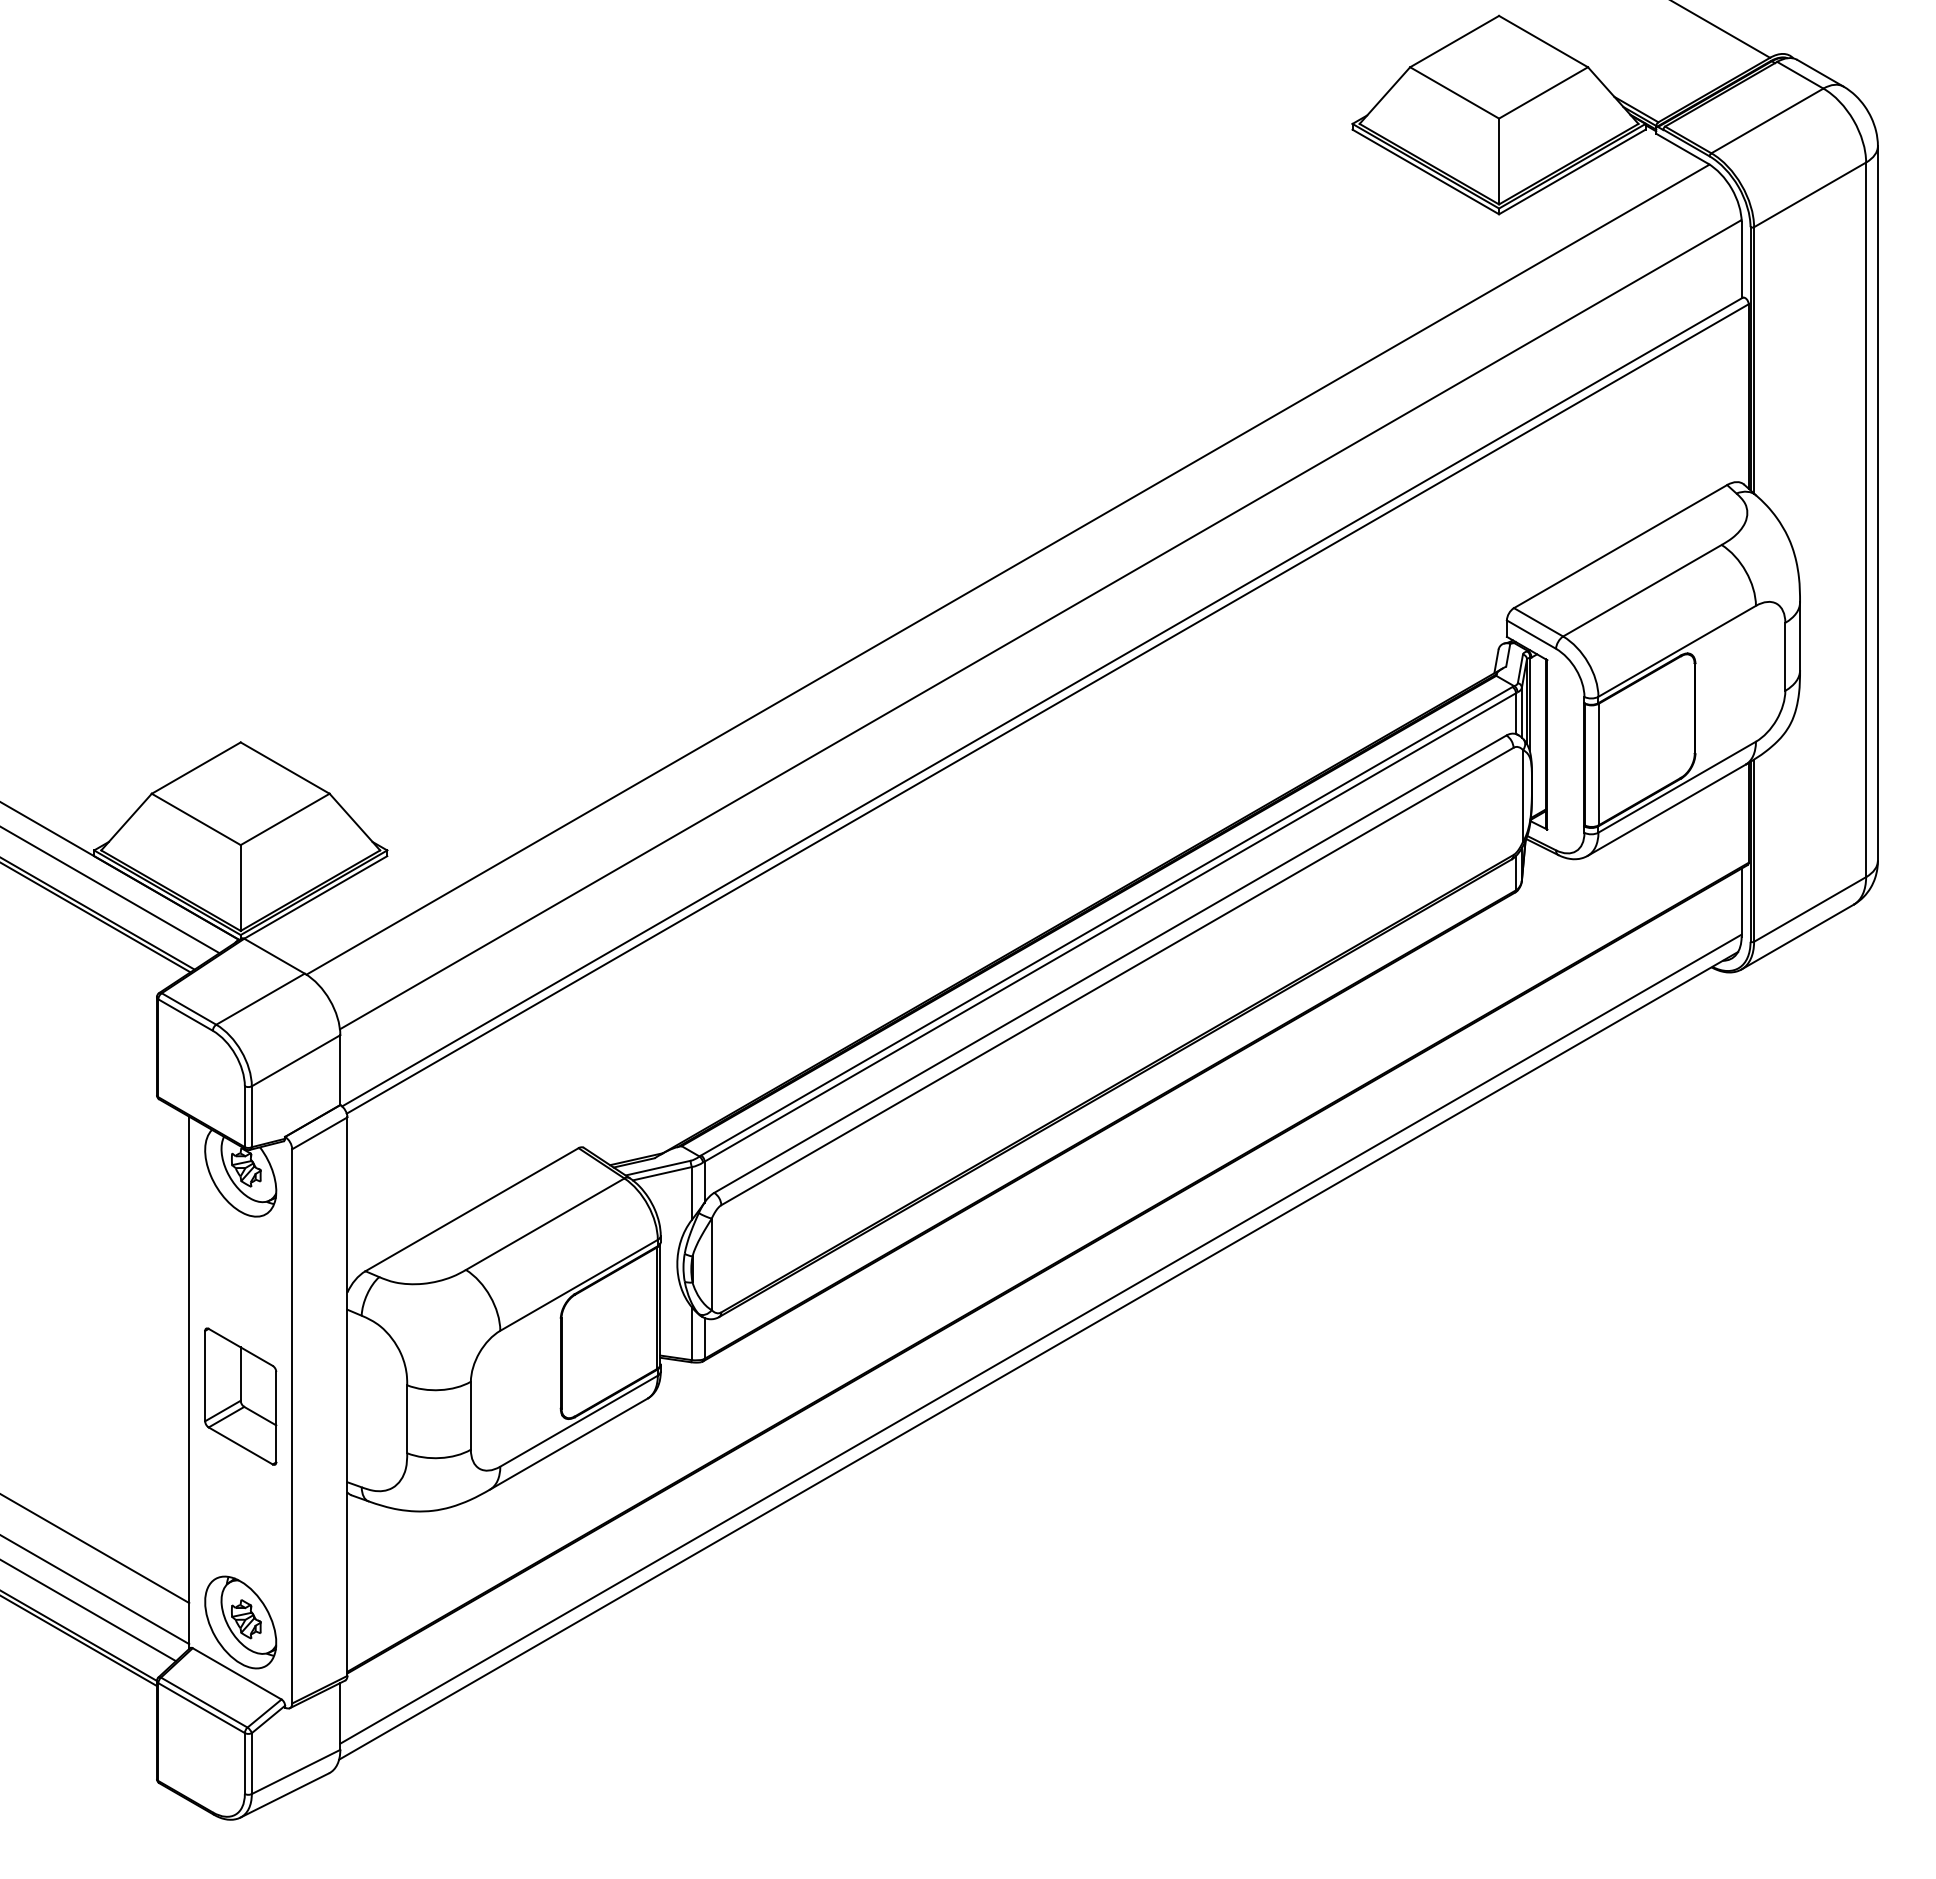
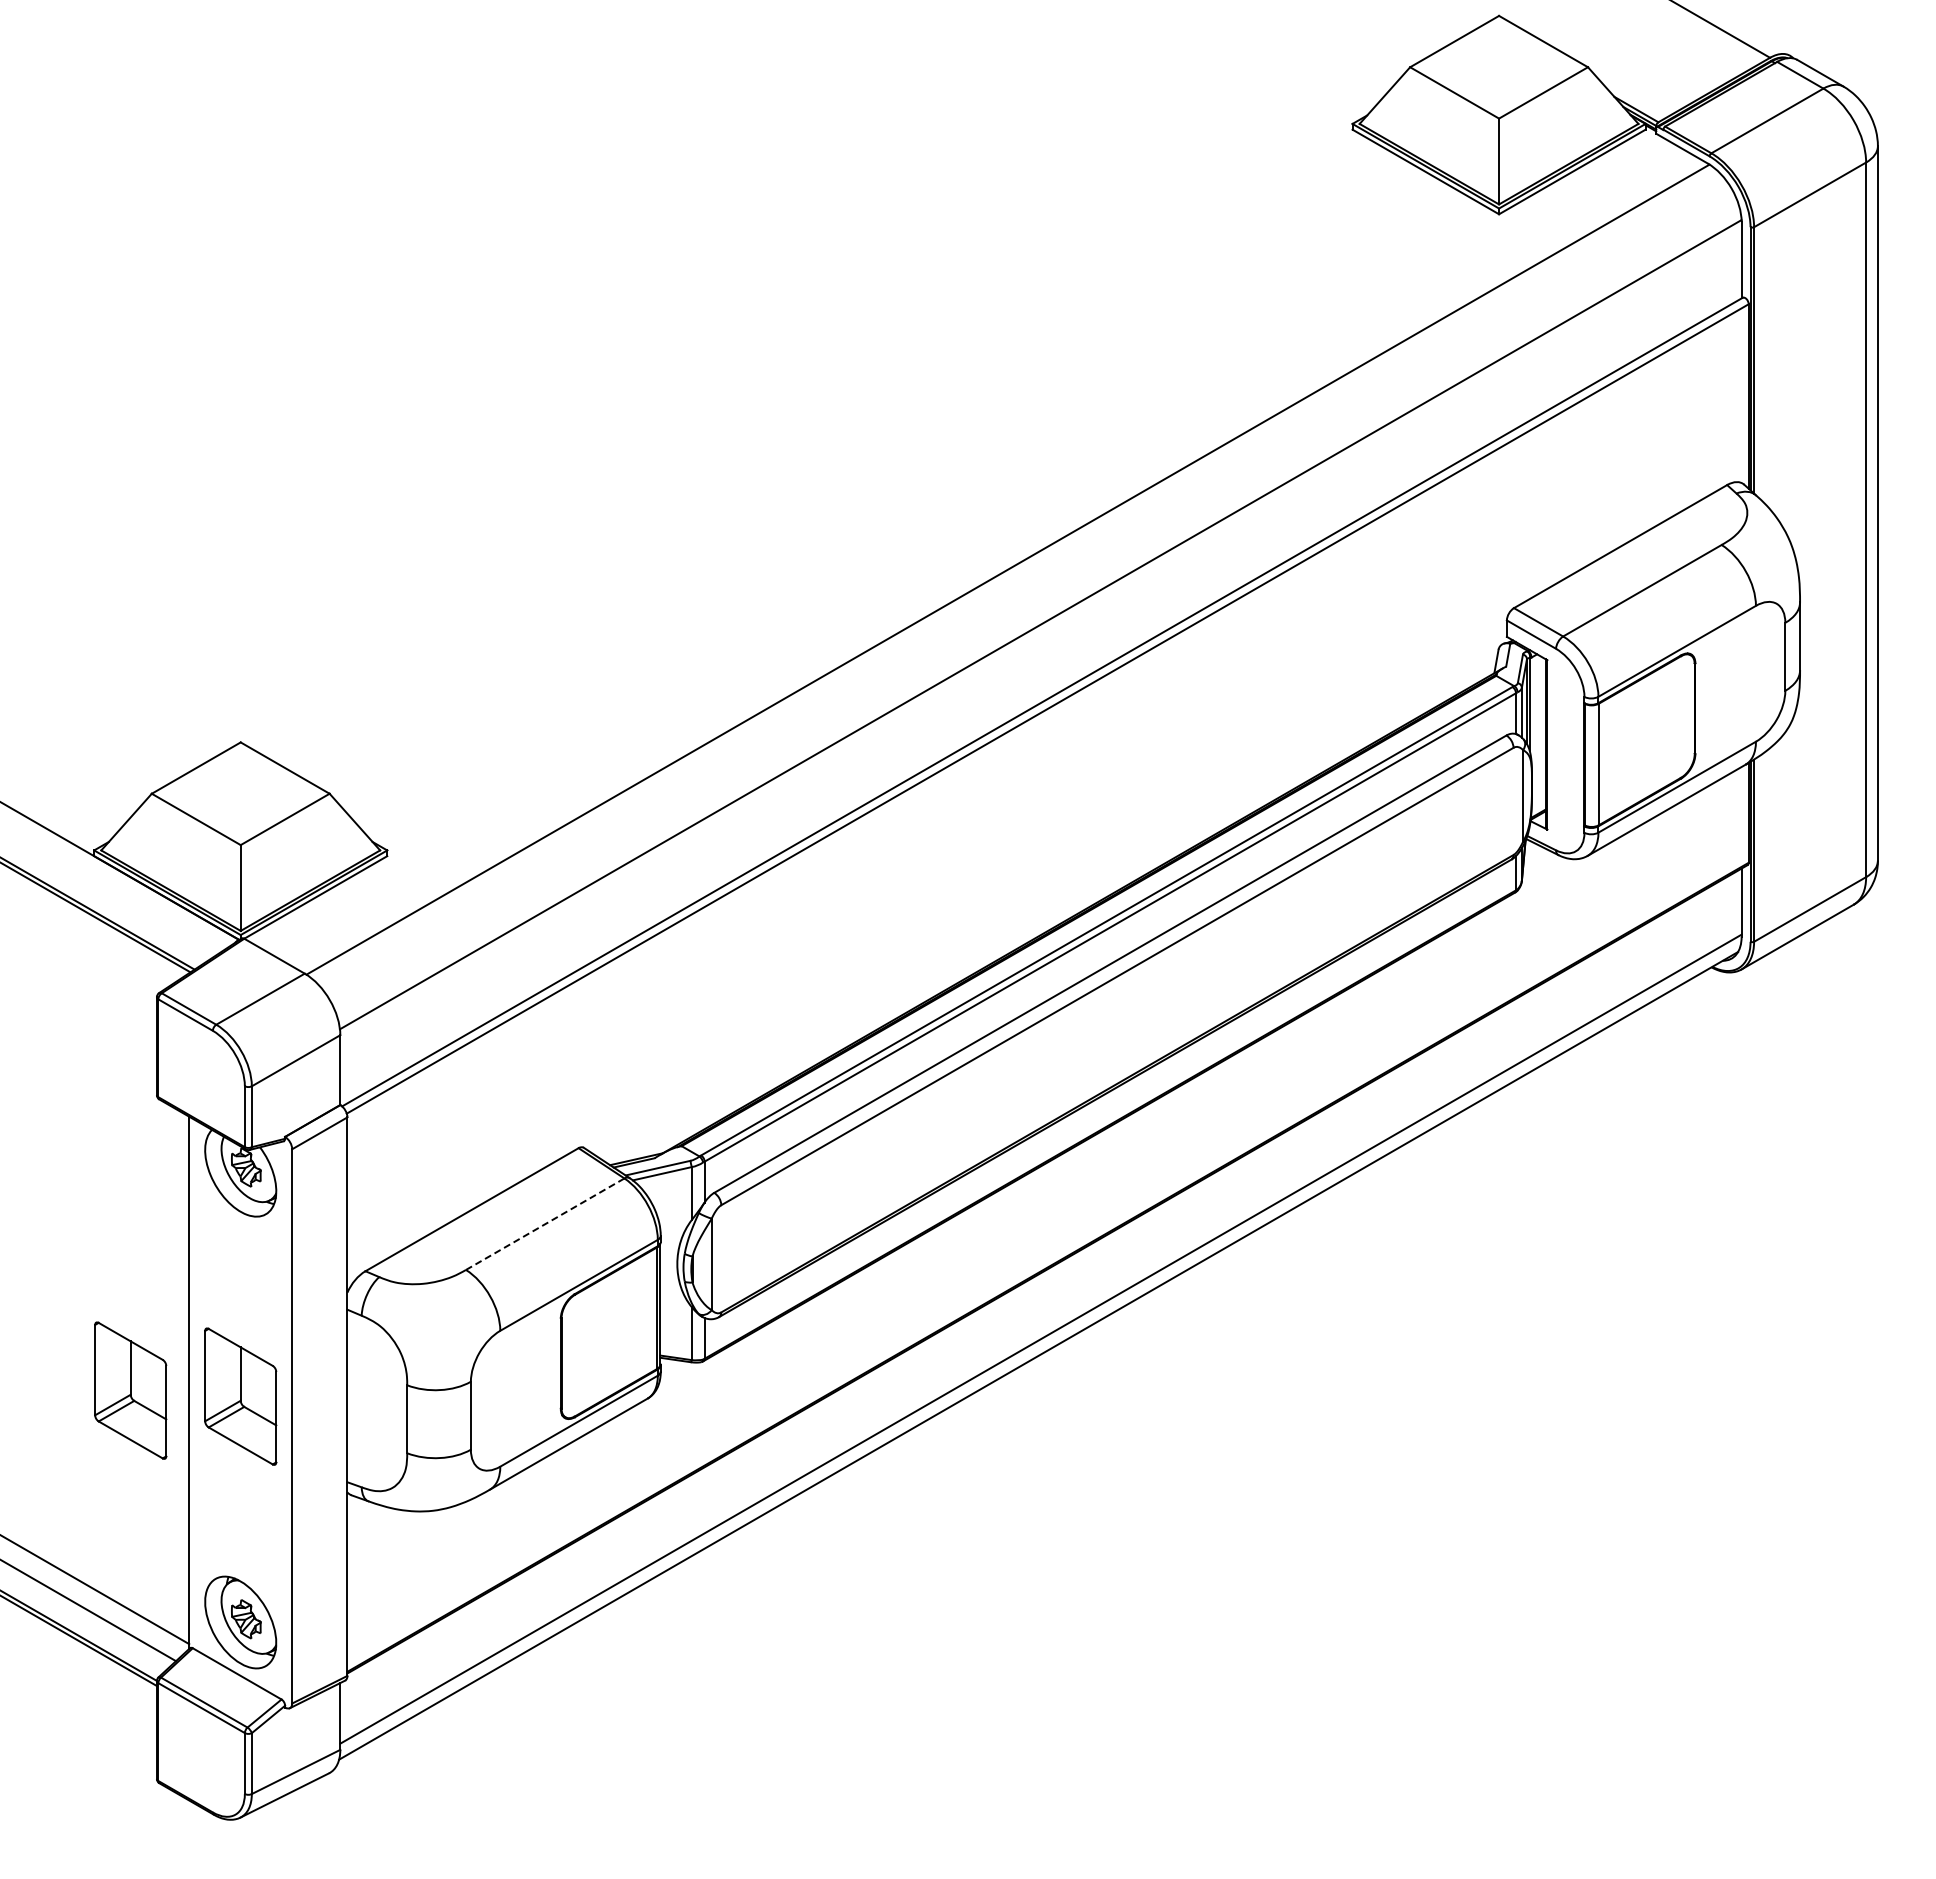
line at (110, 890): present -> none
line at (544, 1224): solid -> dashed
part at (130, 1390): none -> present
line at (95, 1549): present -> none
